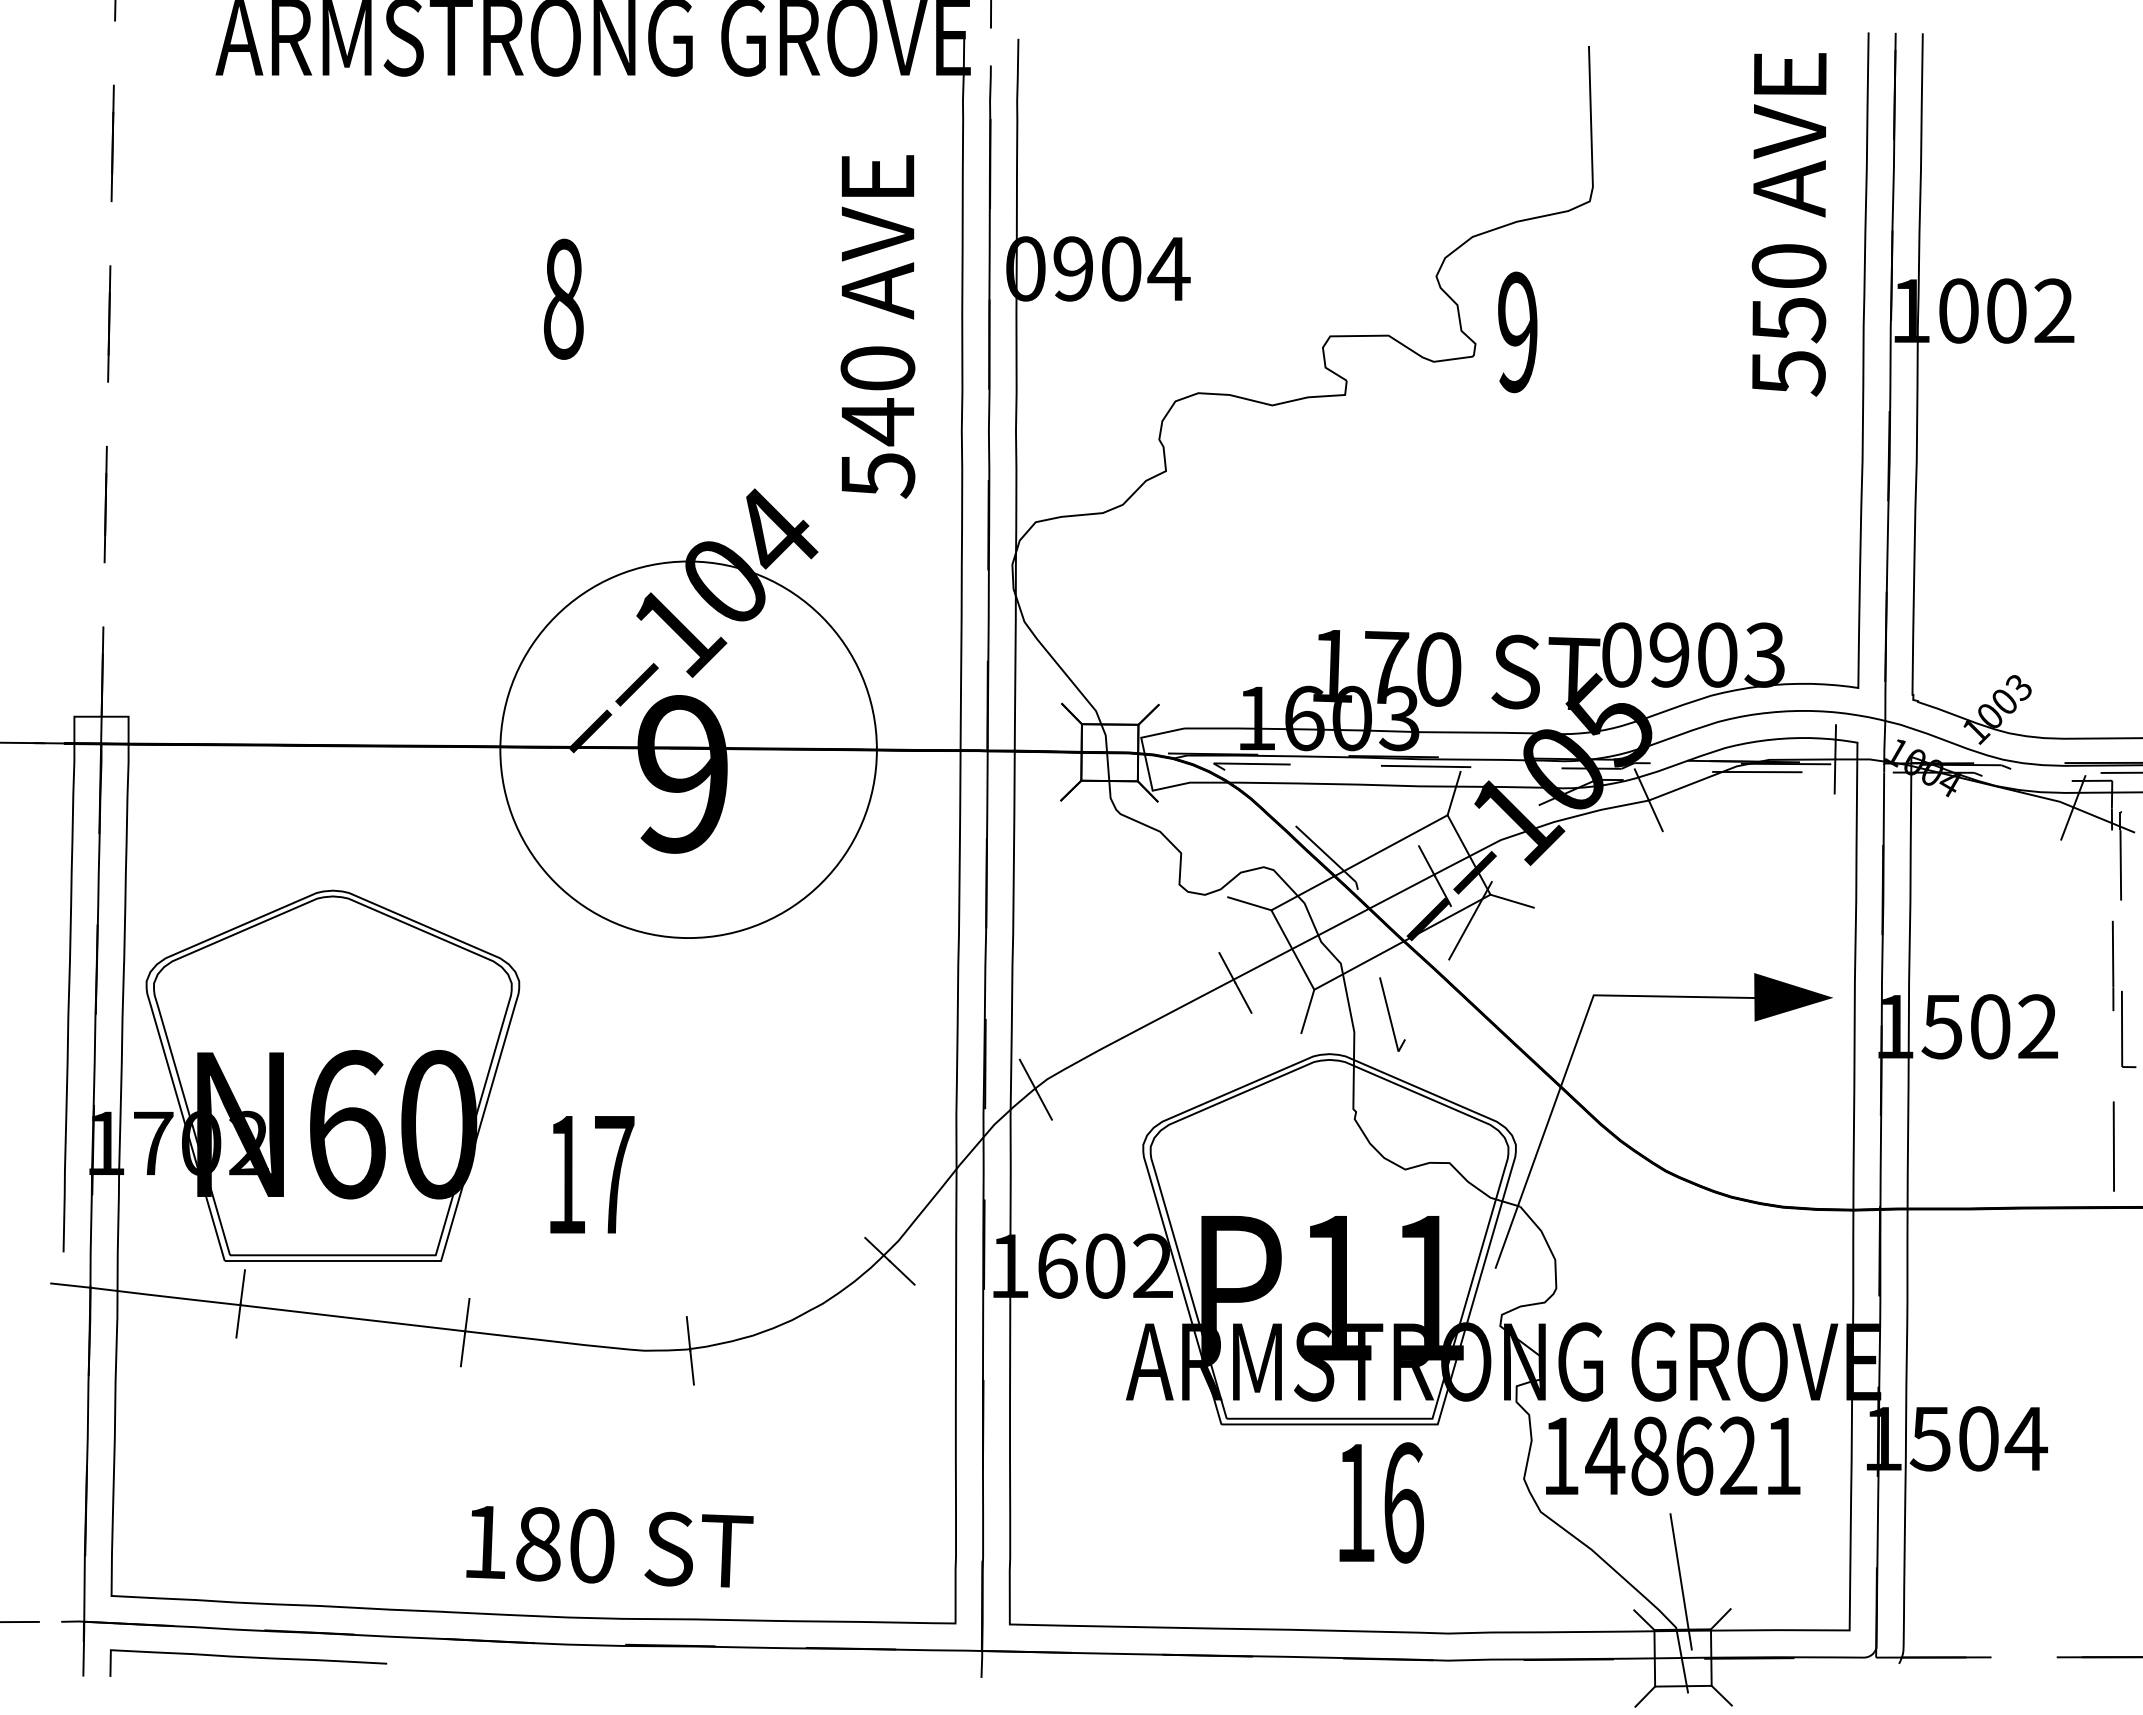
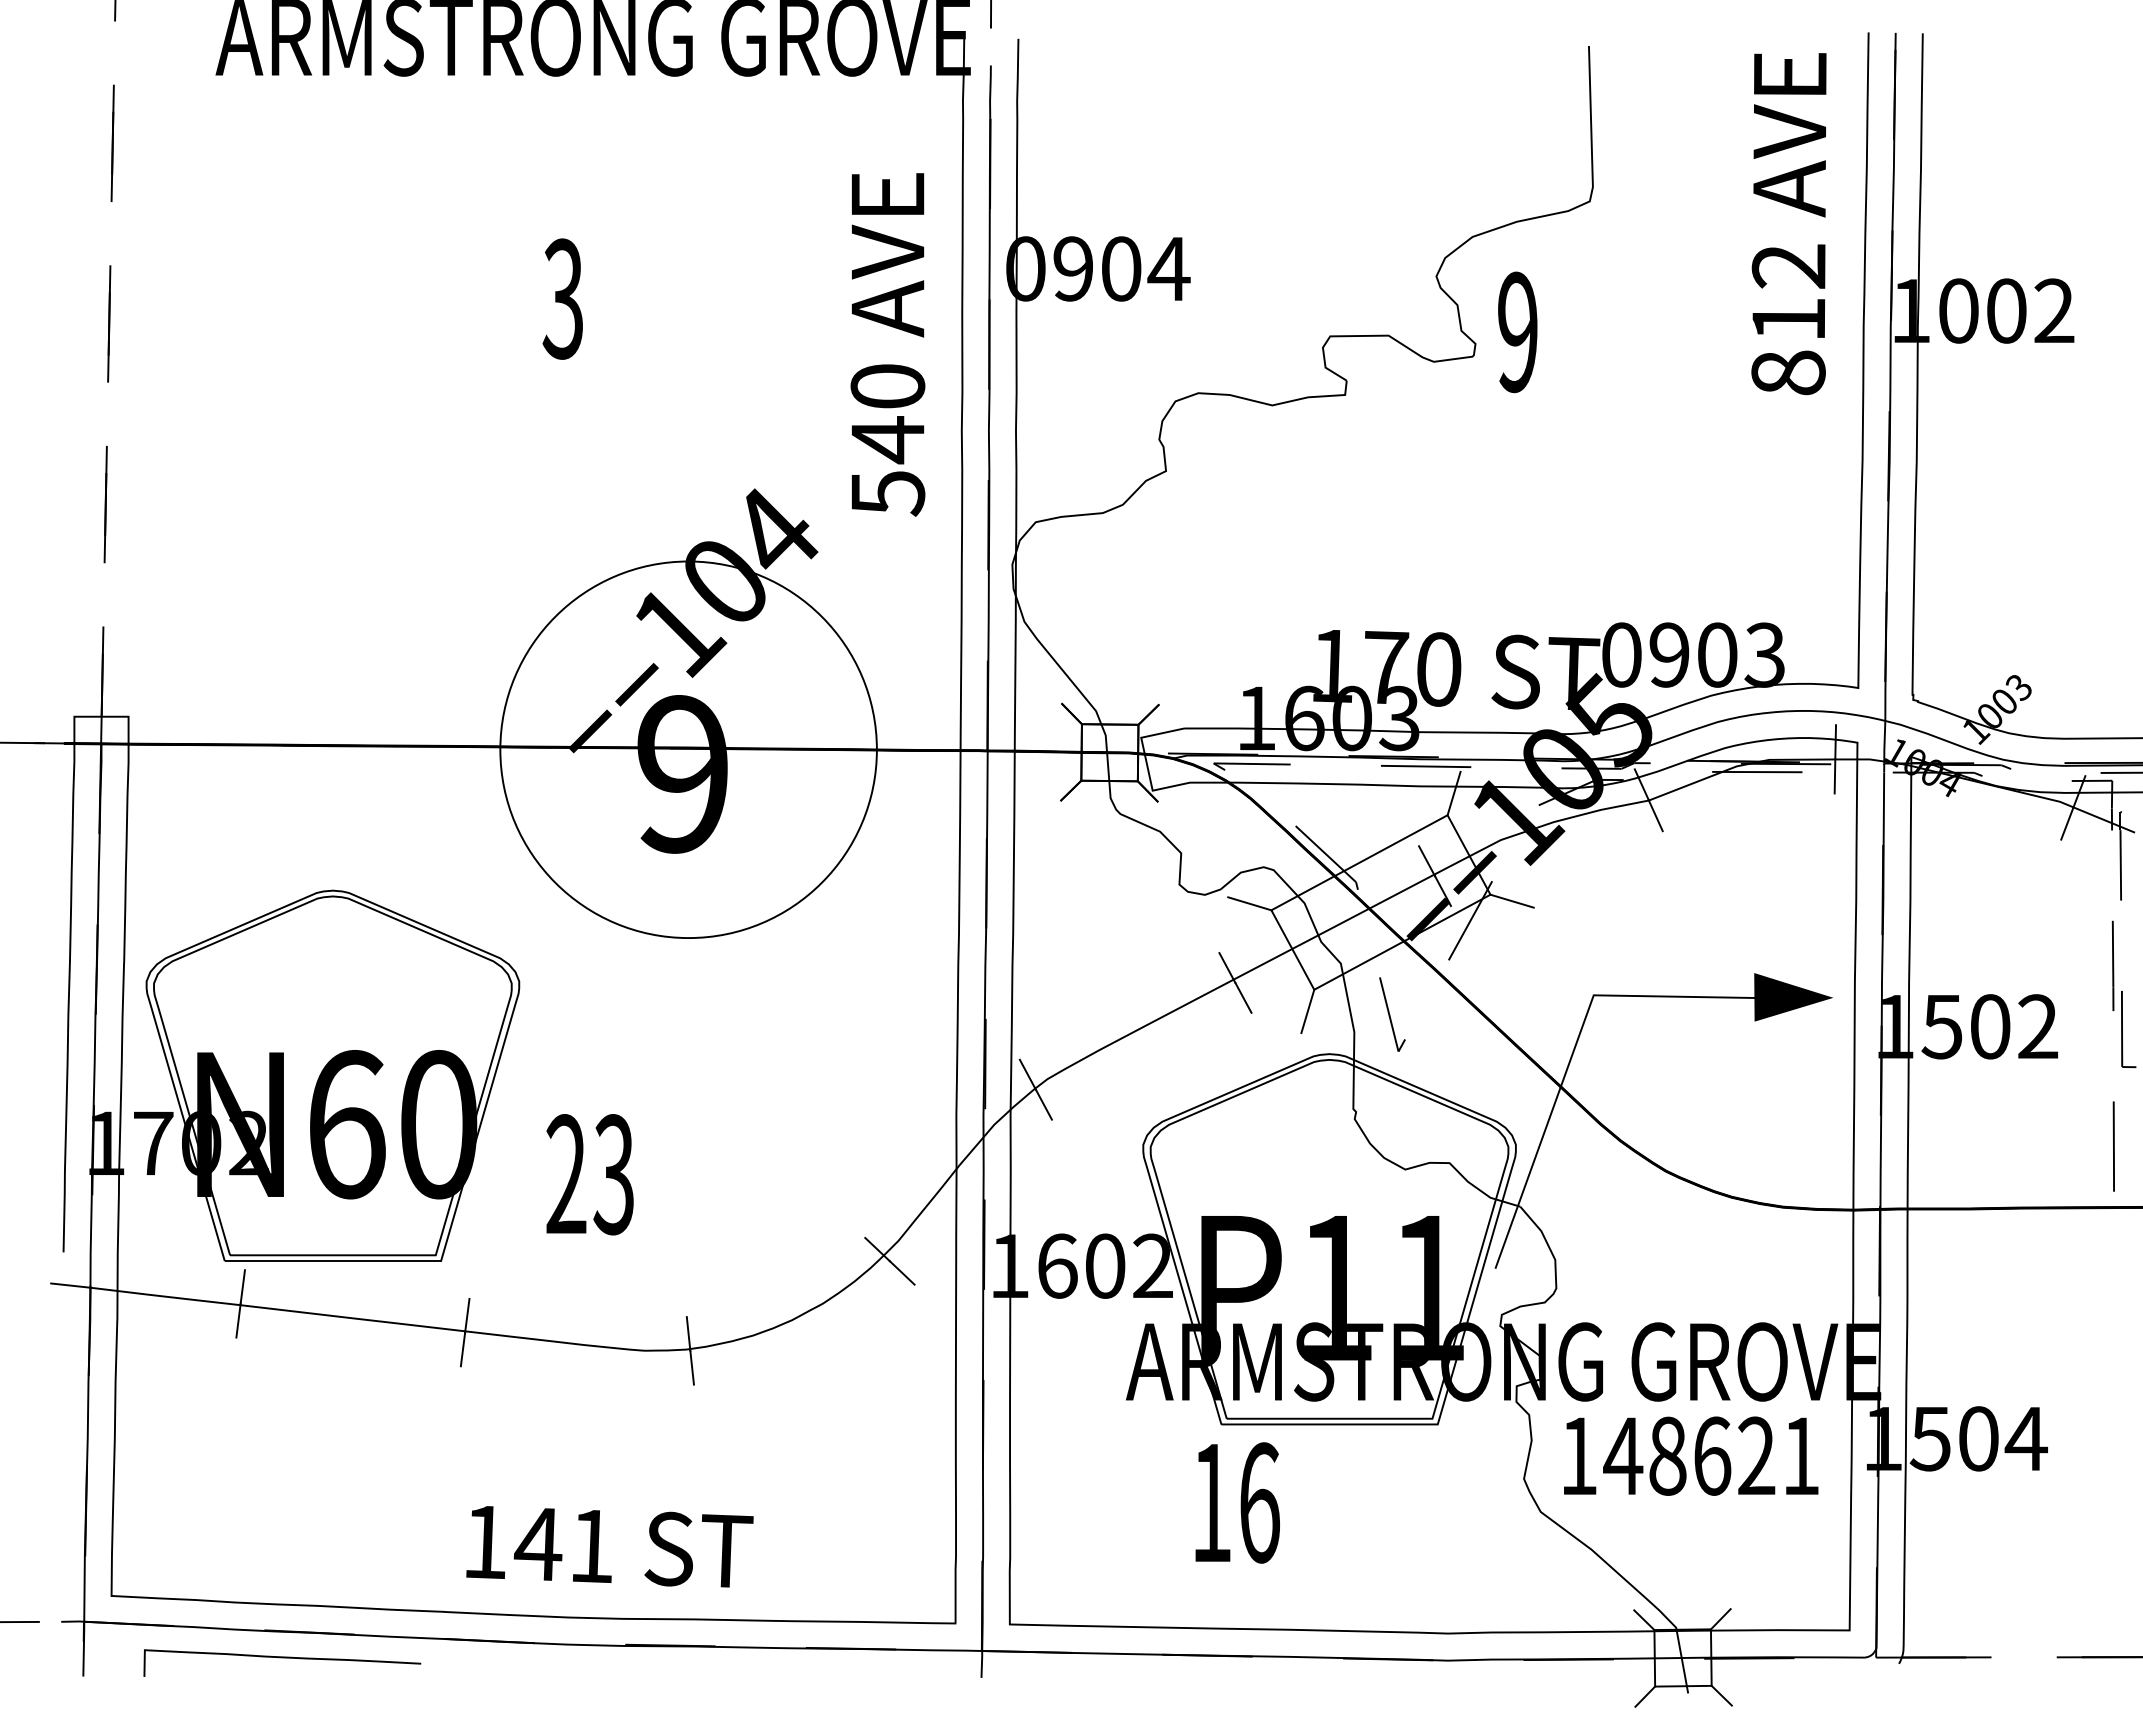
text at (562, 298): 8 -> 3
text at (1788, 320): 550 -> 812
text at (877, 326) position: (877, 326) -> (887, 344)
text at (590, 1174): 17 -> 23
text at (1673, 1455) position: (1673, 1455) -> (1691, 1455)
text at (1381, 1502) position: (1381, 1502) -> (1237, 1502)
text at (563, 1545): 180 -> 141
line at (1680, 1581): present -> none
curve at (248, 1658) position: (248, 1658) -> (282, 1658)
